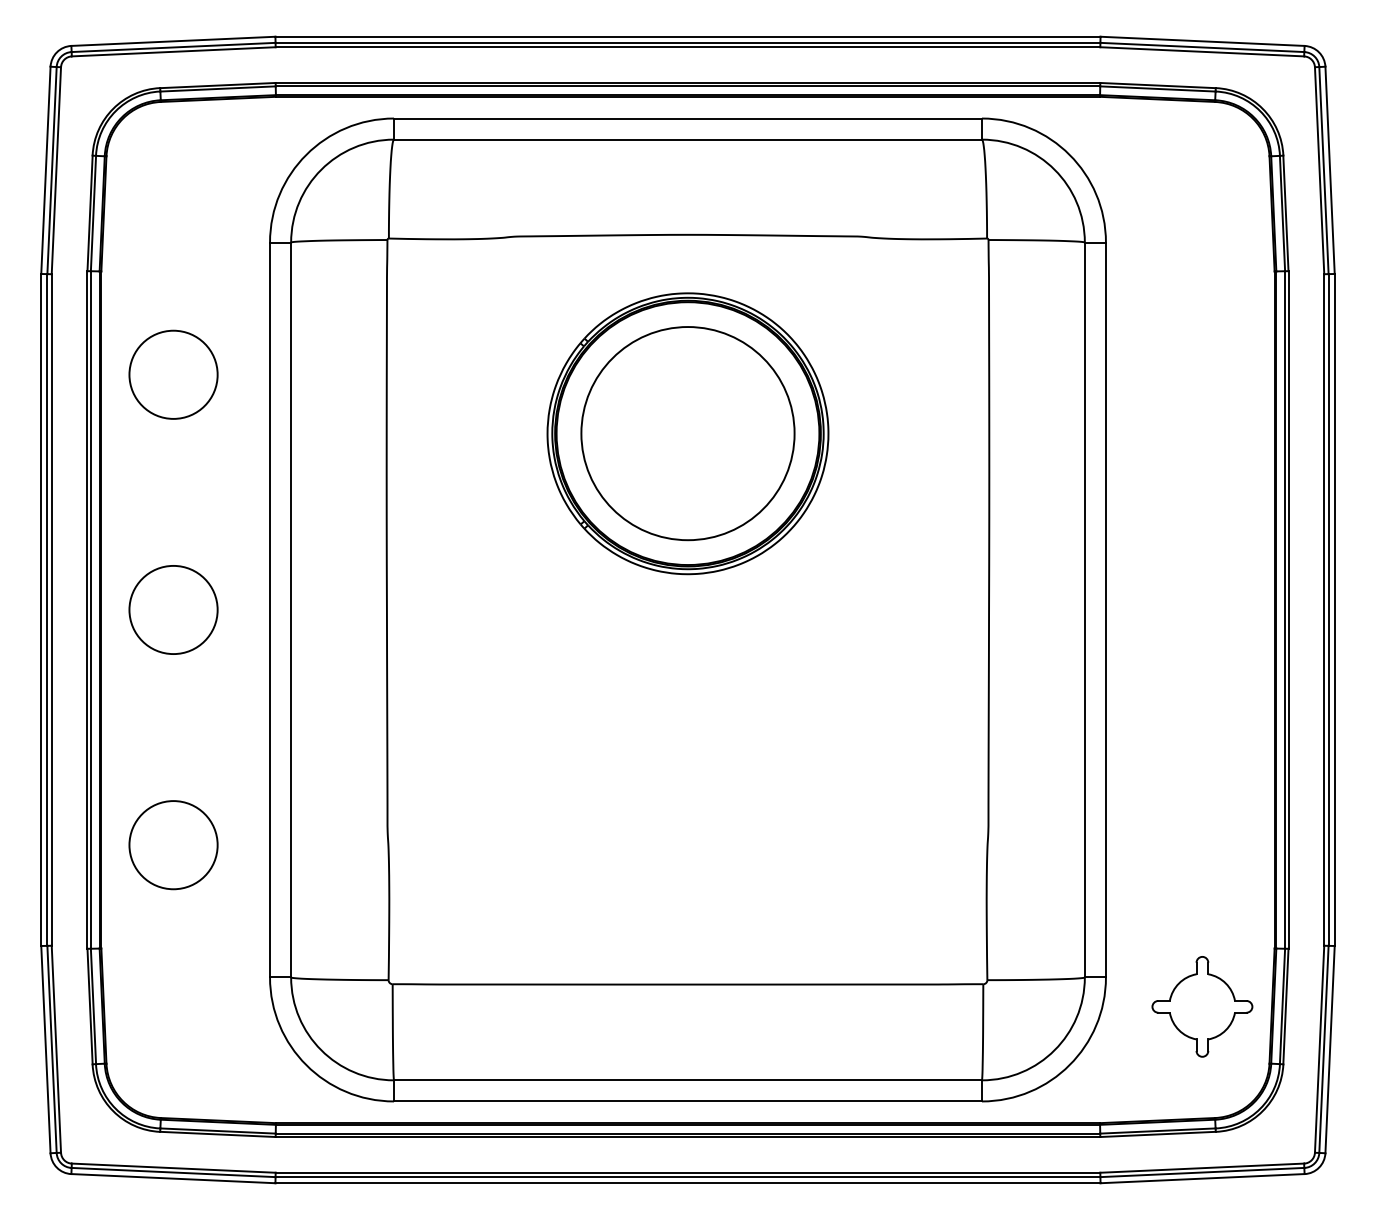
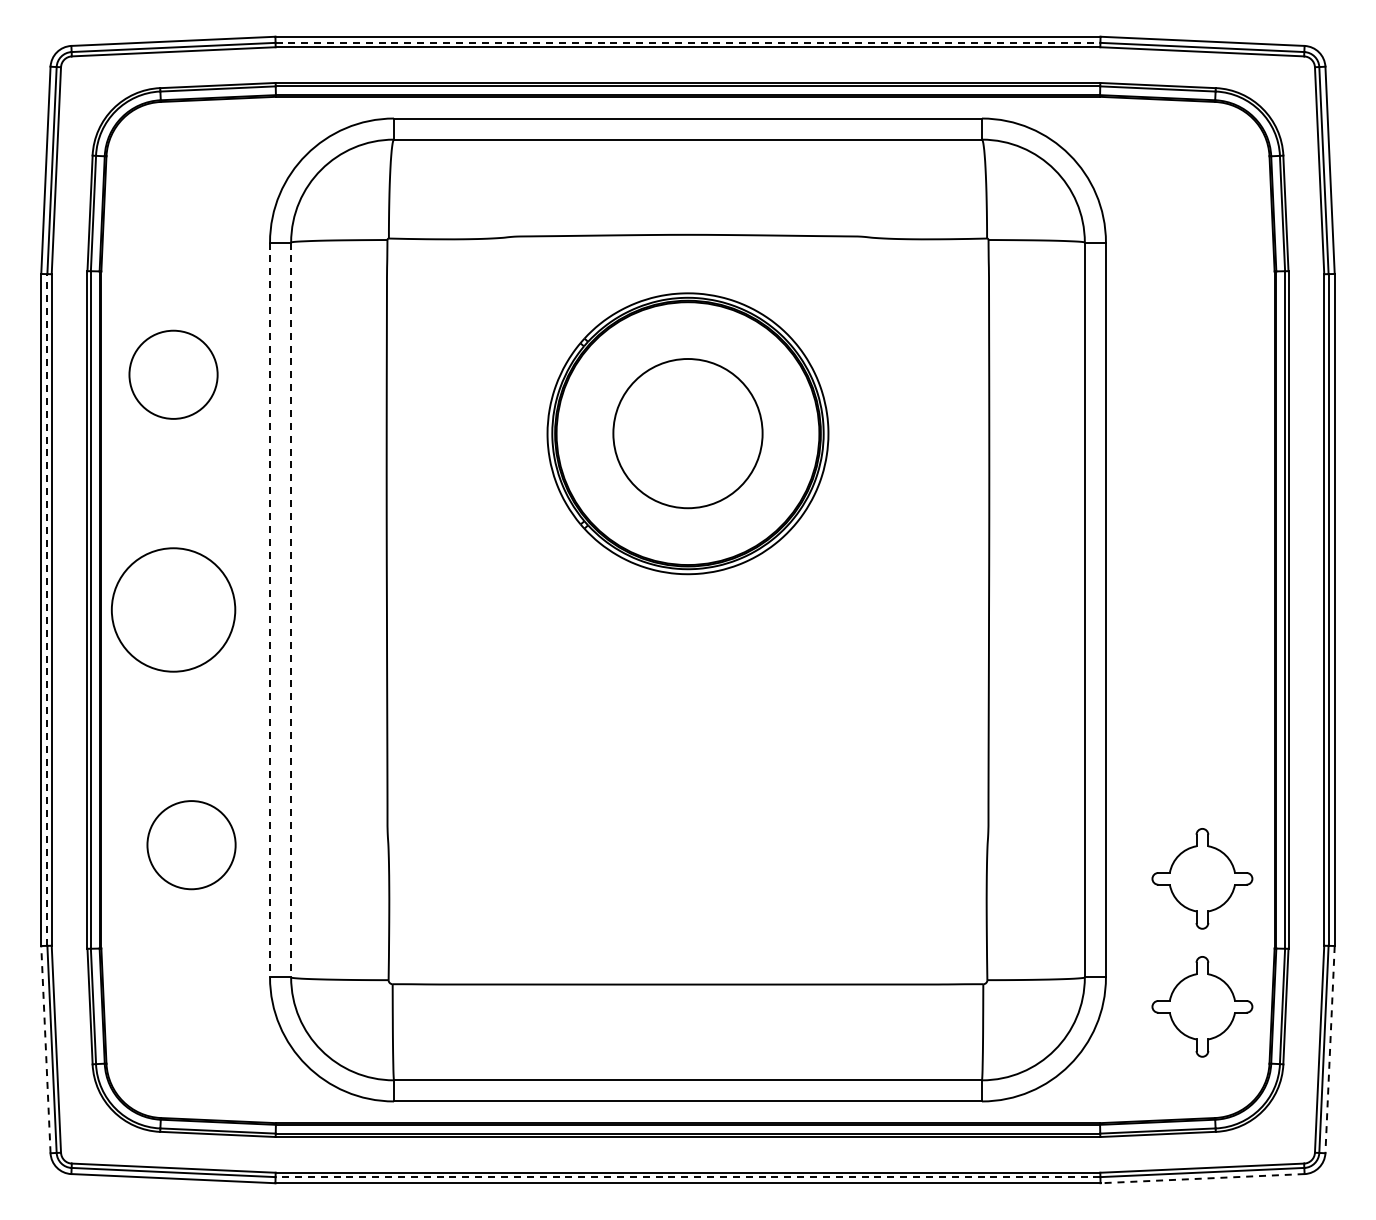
line at (688, 42): solid -> dashed
circle at (687, 433) diameter: 213 px -> 149 px
circle at (173, 609) diameter: 88 px -> 123 px
line at (47, 610): solid -> dashed
line at (270, 610): solid -> dashed
line at (291, 610): solid -> dashed
circle at (173, 845) position: (173, 845) -> (191, 845)
part at (1202, 878): none -> present
line at (45, 1049): solid -> dashed
line at (1330, 1049): solid -> dashed
line at (687, 1177): solid -> dashed
line at (1202, 1178): solid -> dashed
